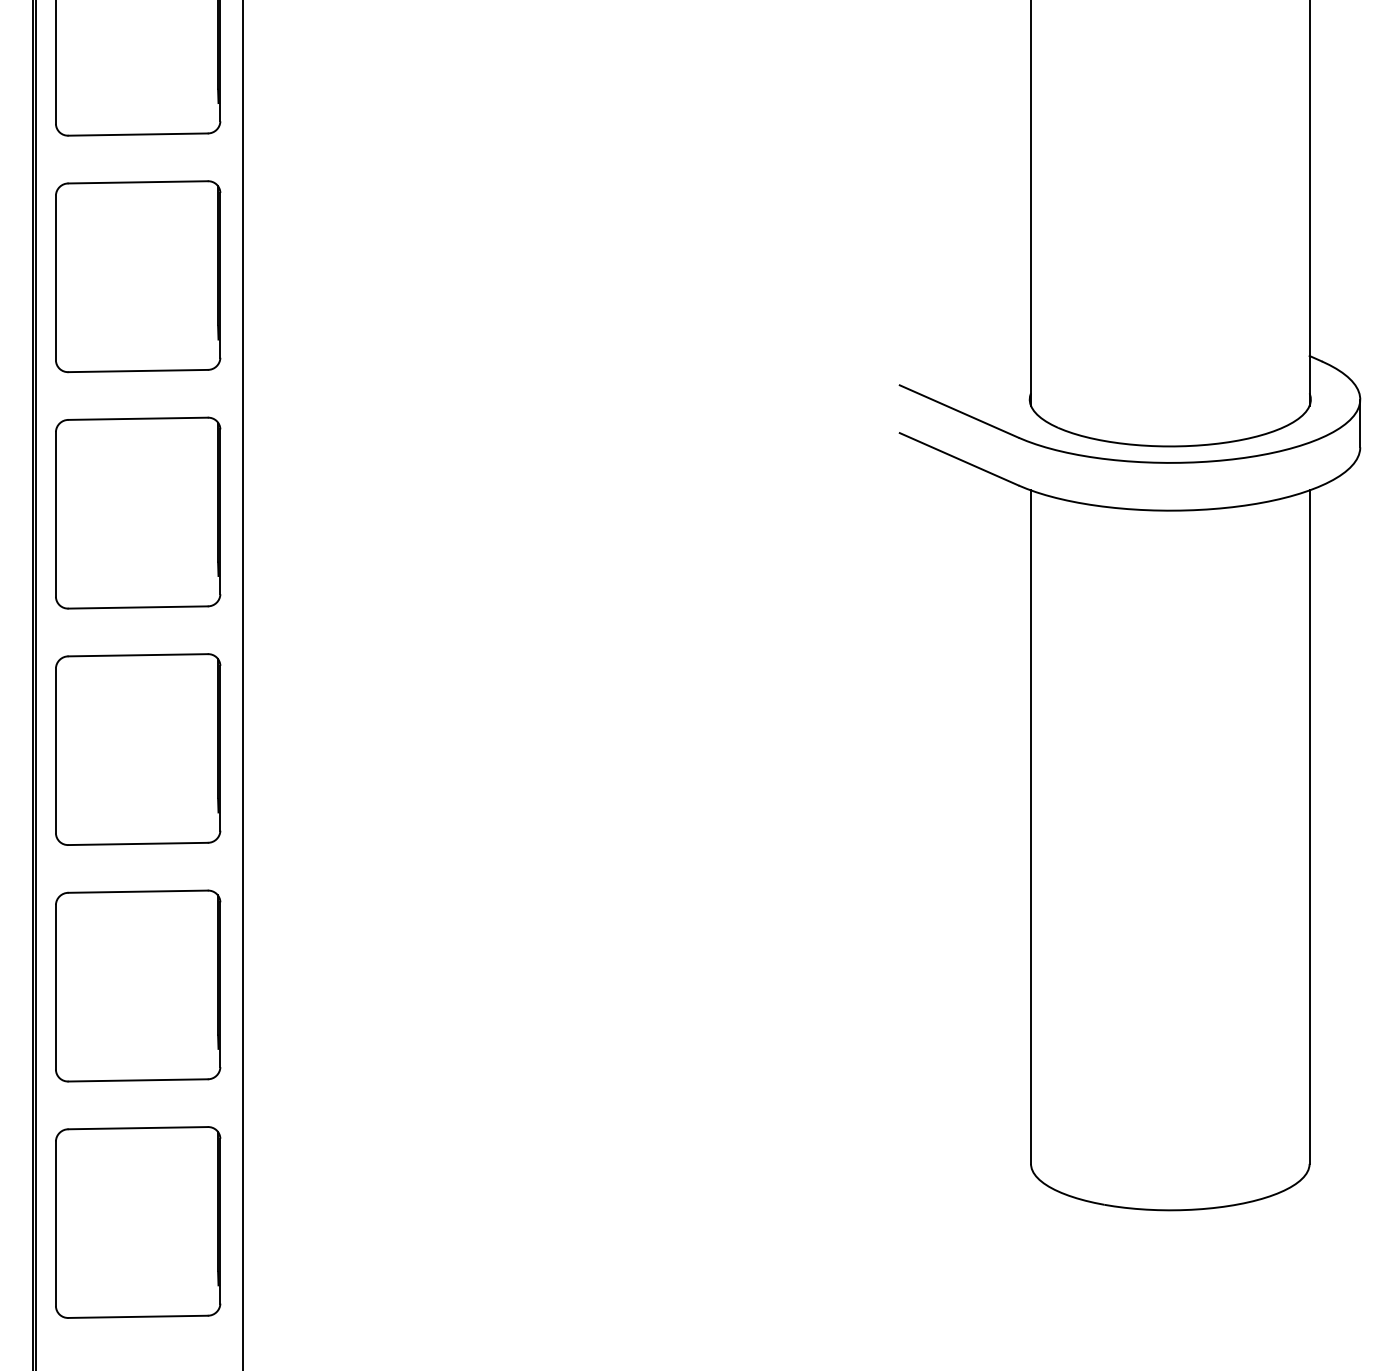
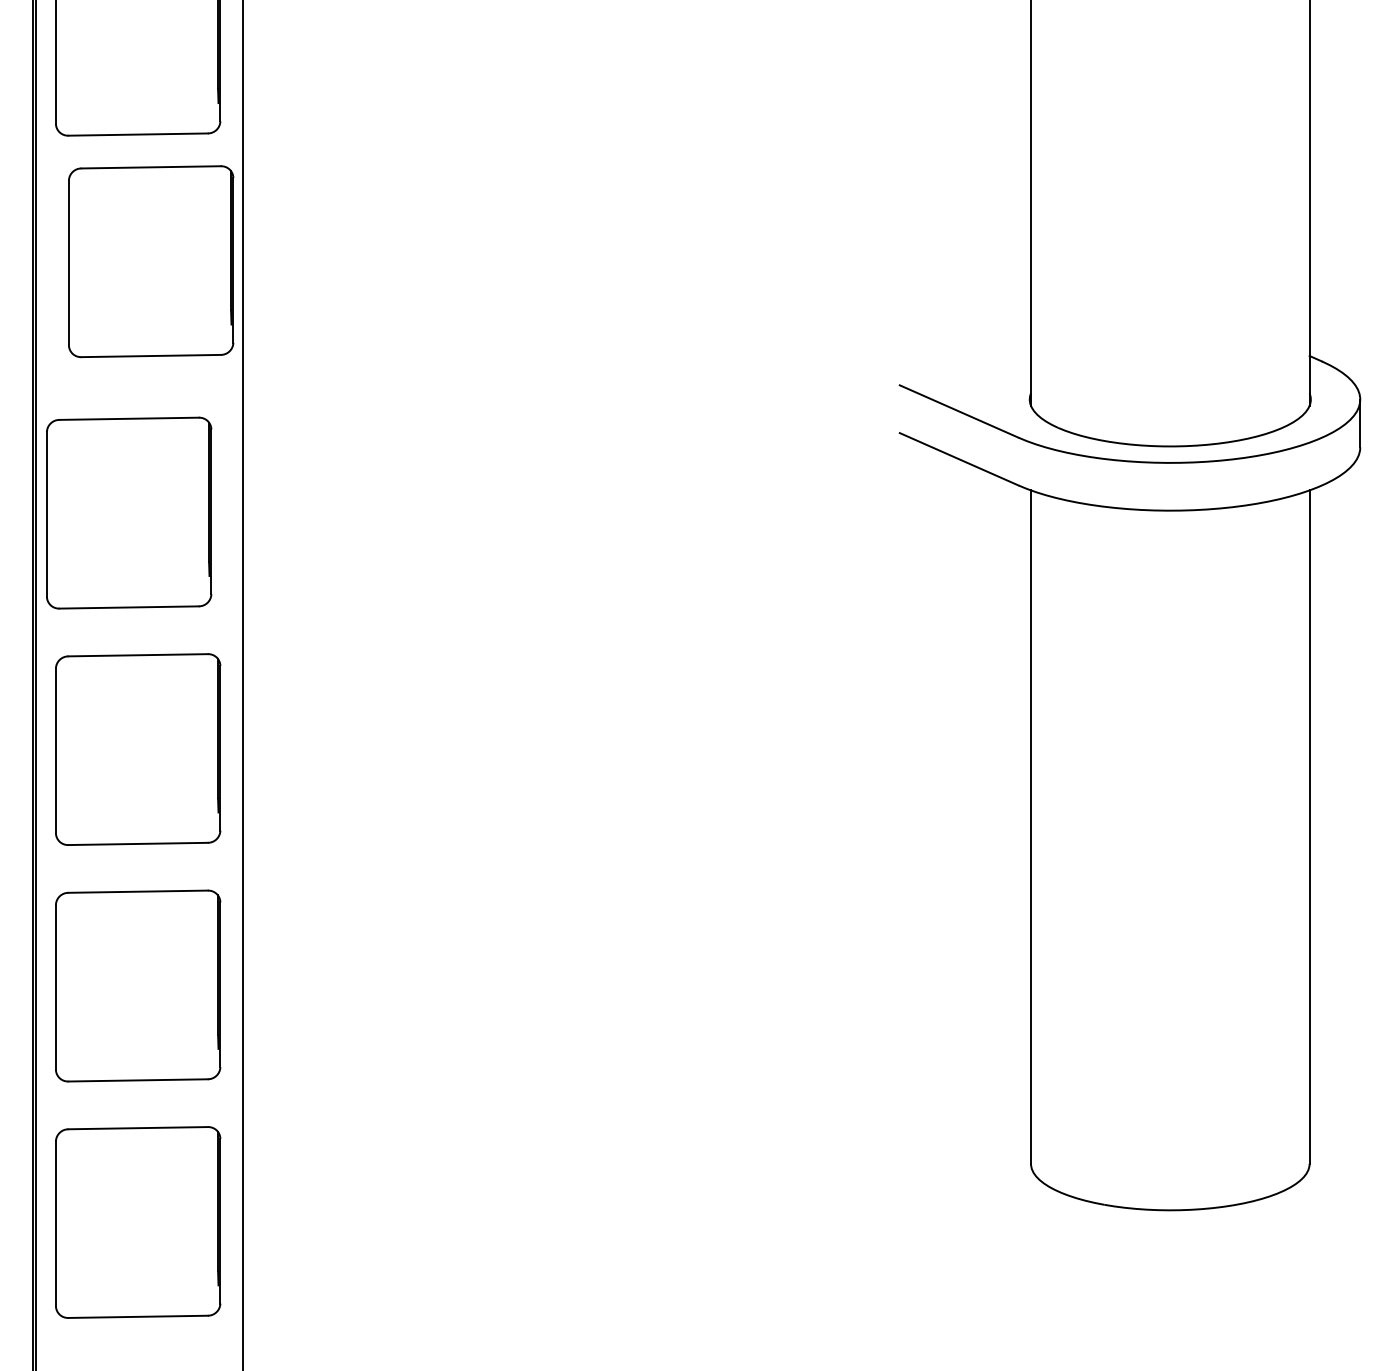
part at (138, 276) position: (138, 276) -> (151, 261)
part at (138, 512) position: (138, 512) -> (129, 512)
